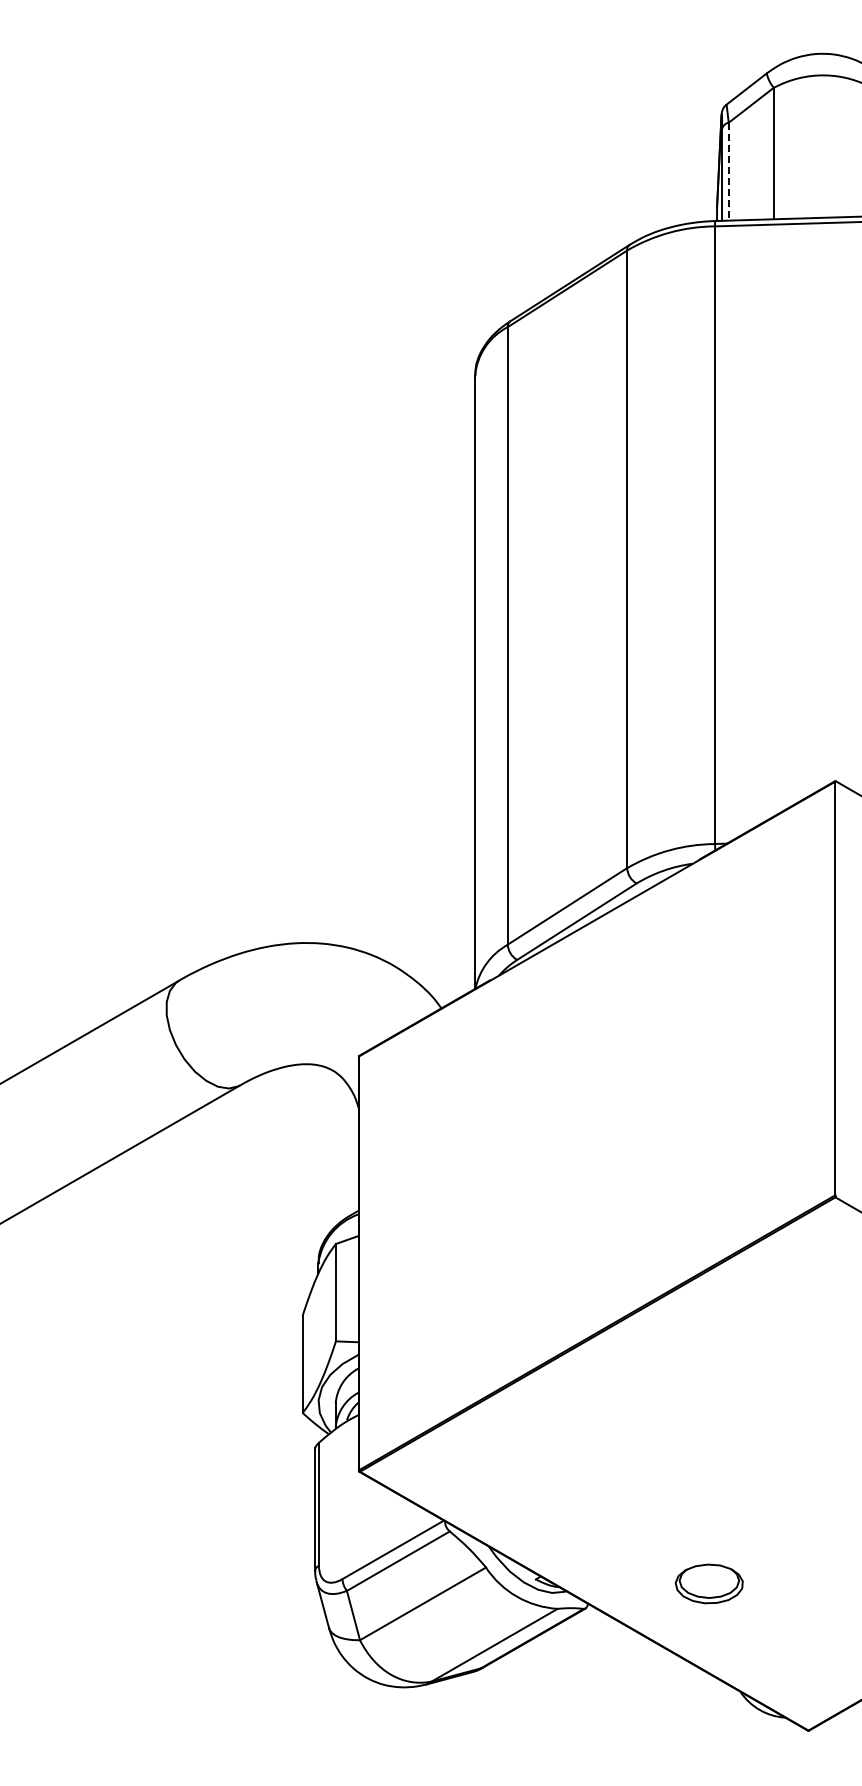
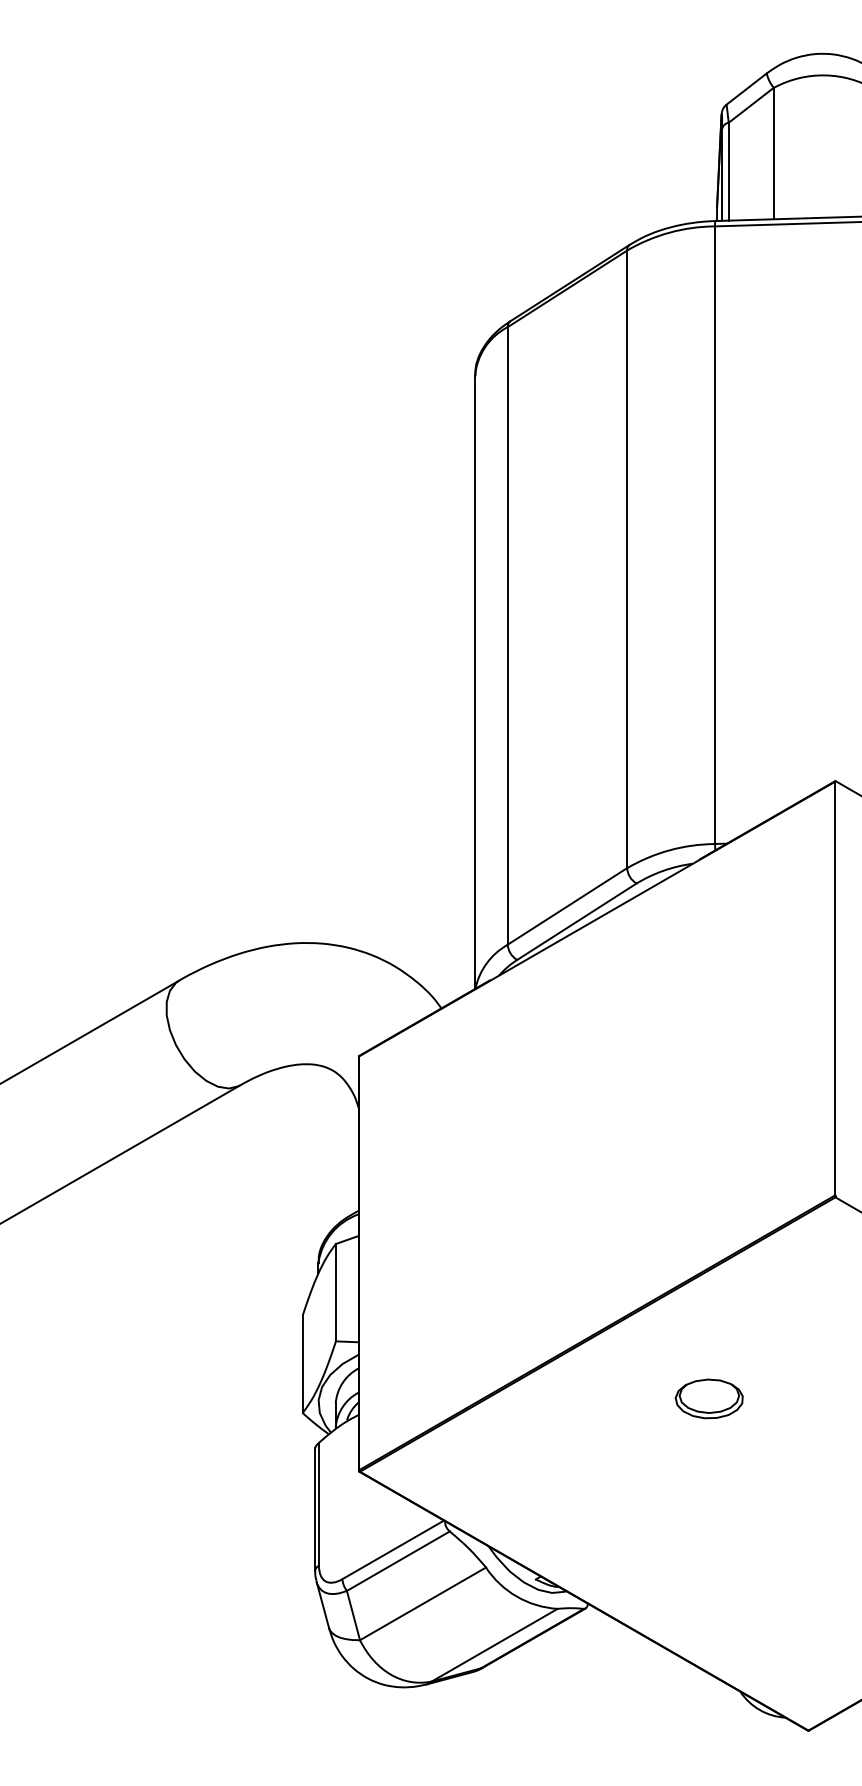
line at (728, 171): dashed -> solid
part at (708, 1583) position: (708, 1583) -> (708, 1398)
